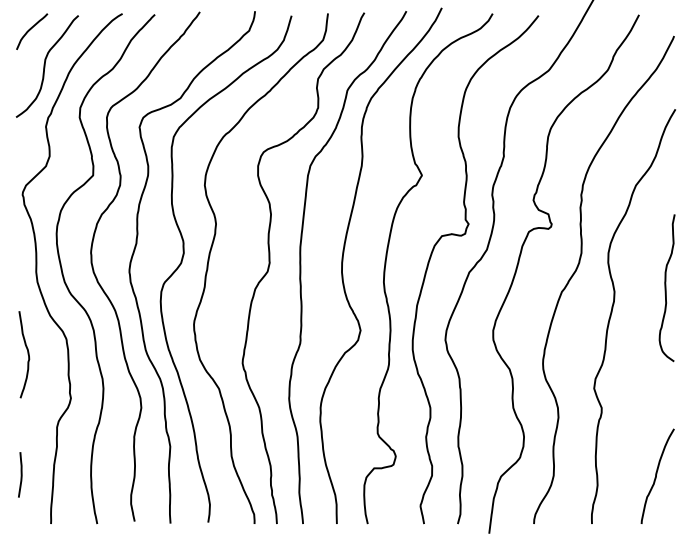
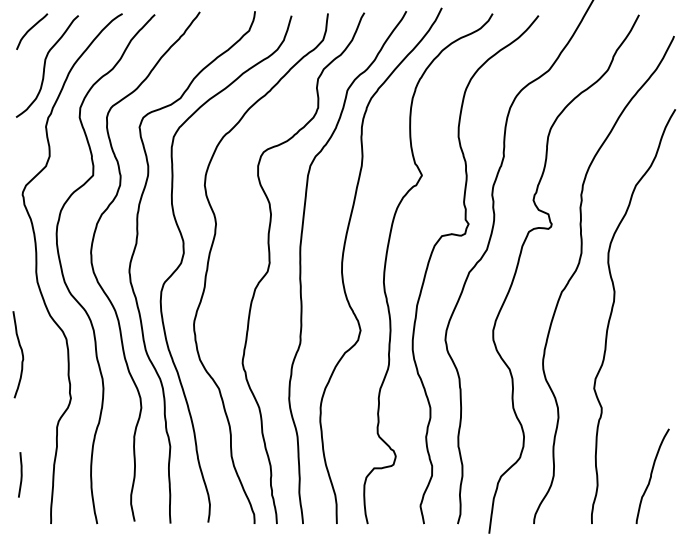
curve at (666, 288): present -> none
curve at (27, 354) position: (27, 354) -> (21, 354)
curve at (657, 474) position: (657, 474) -> (652, 474)
